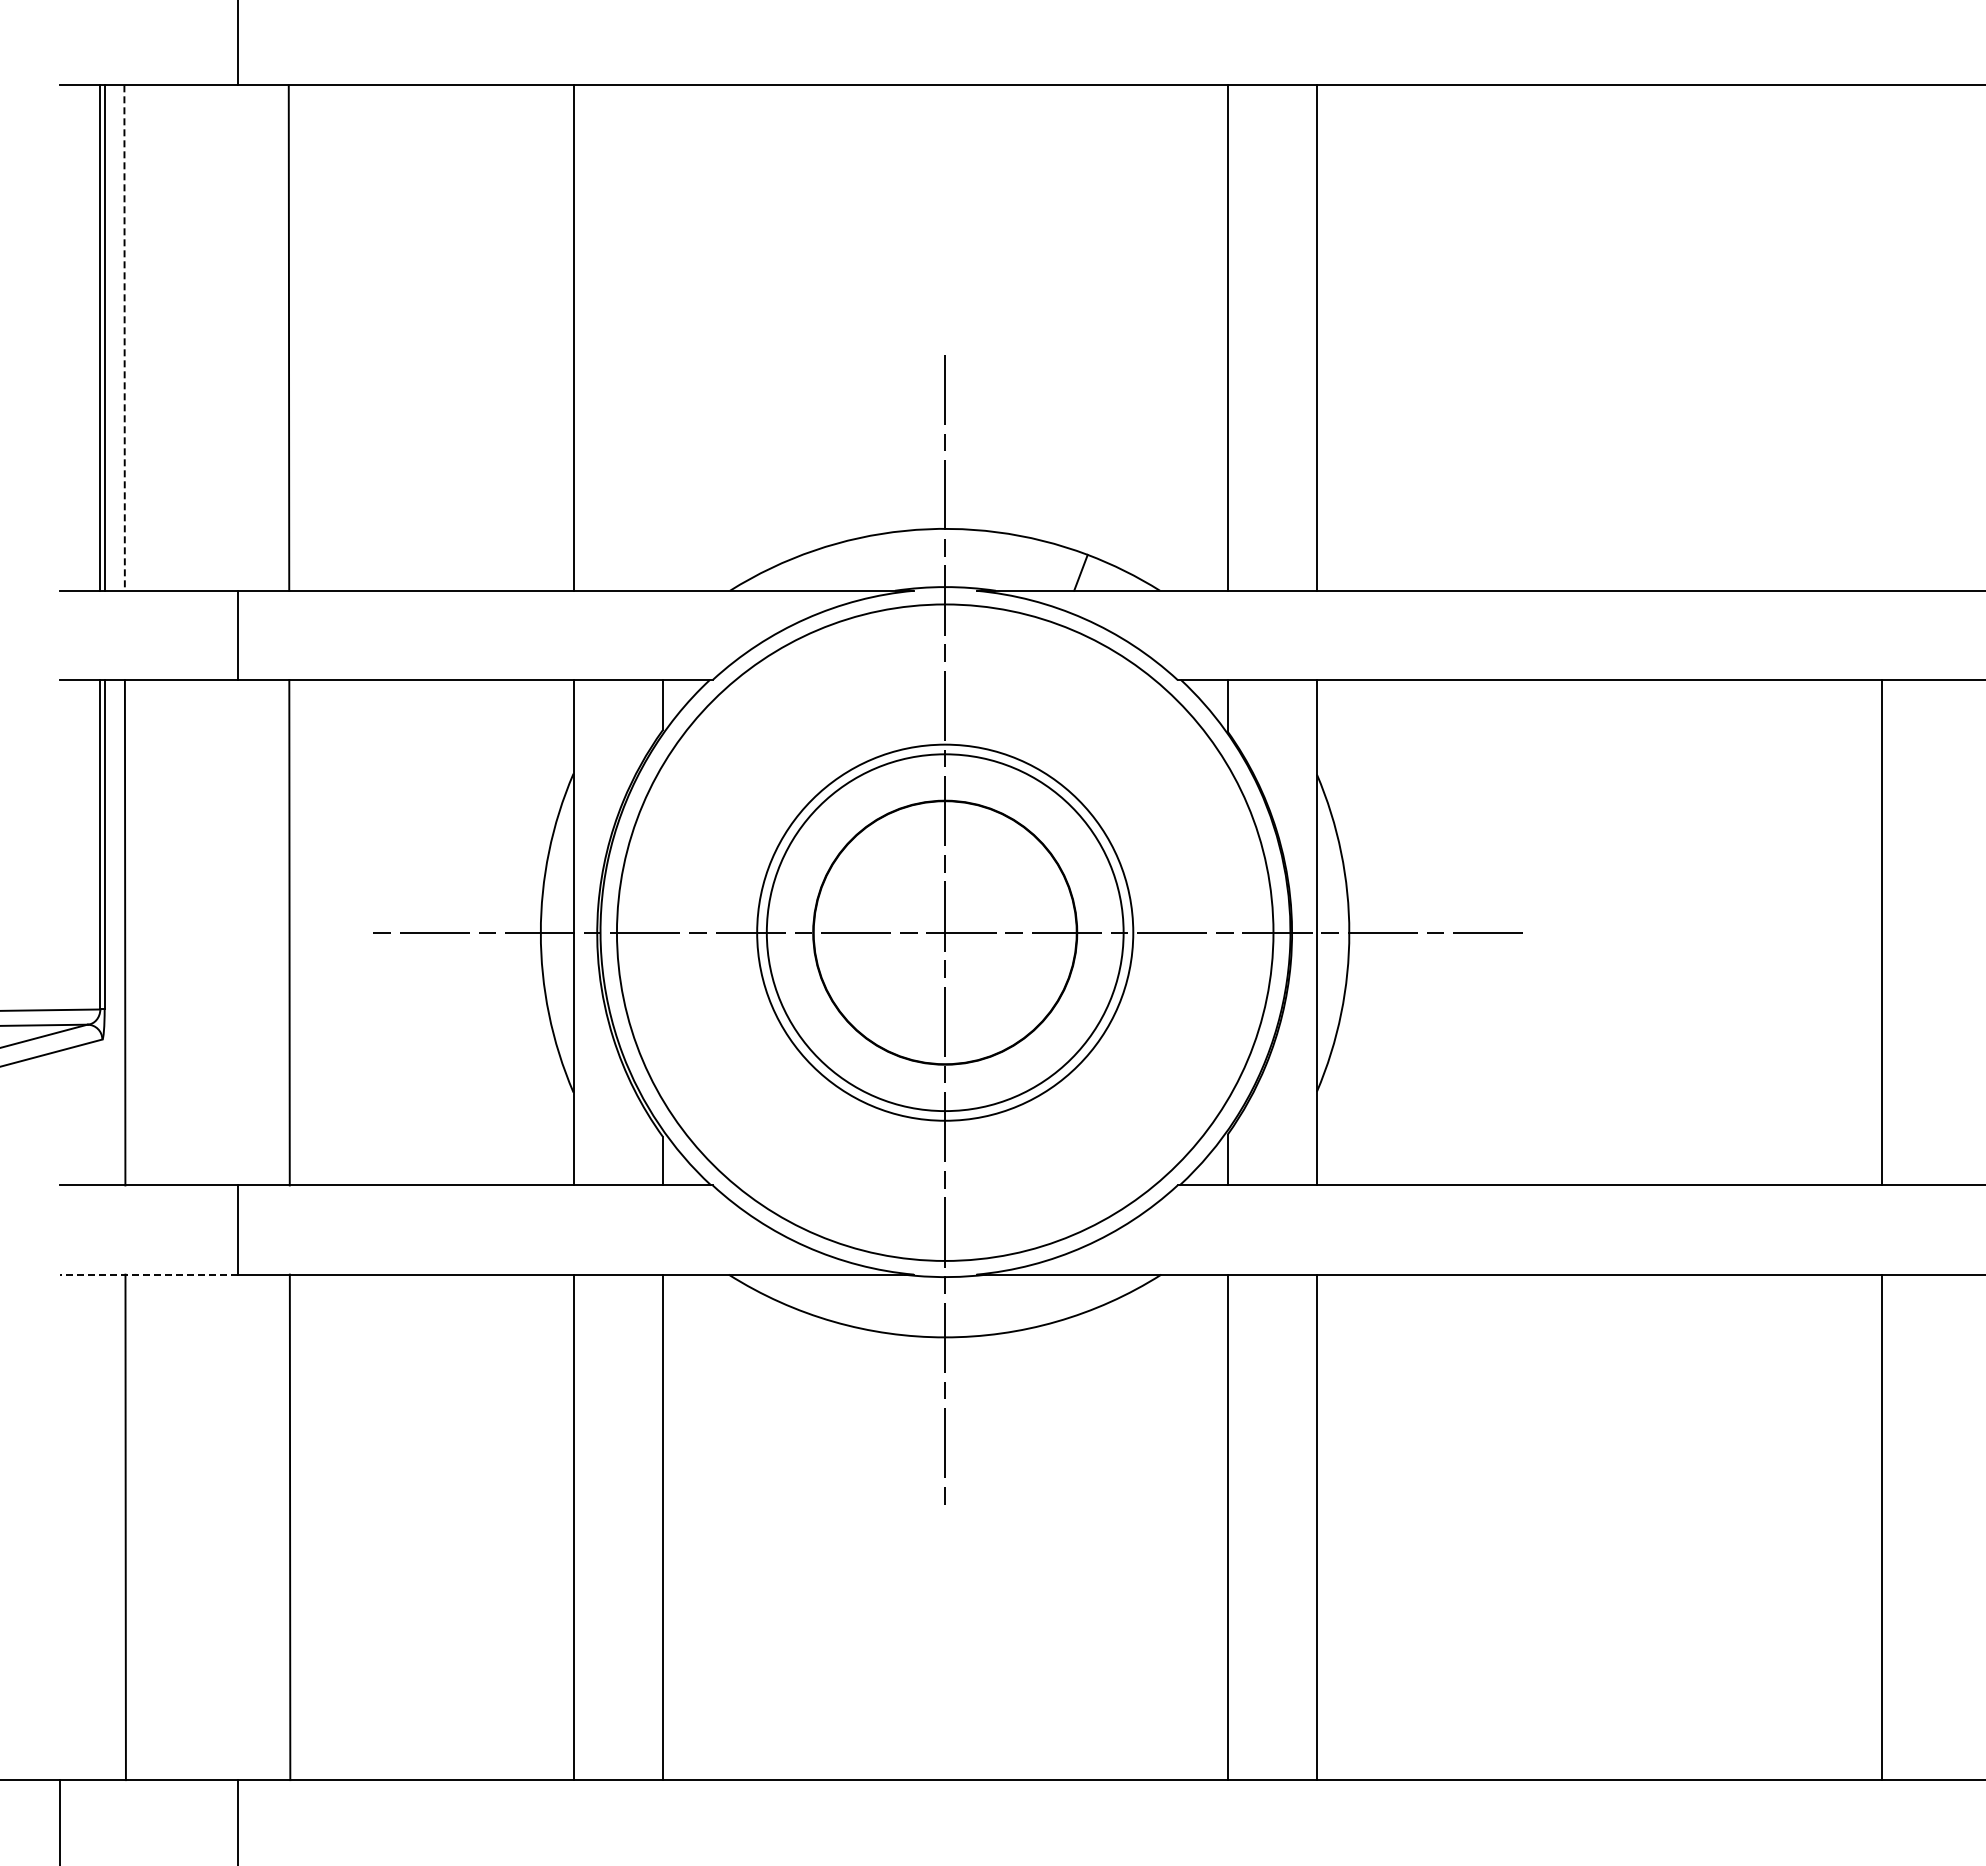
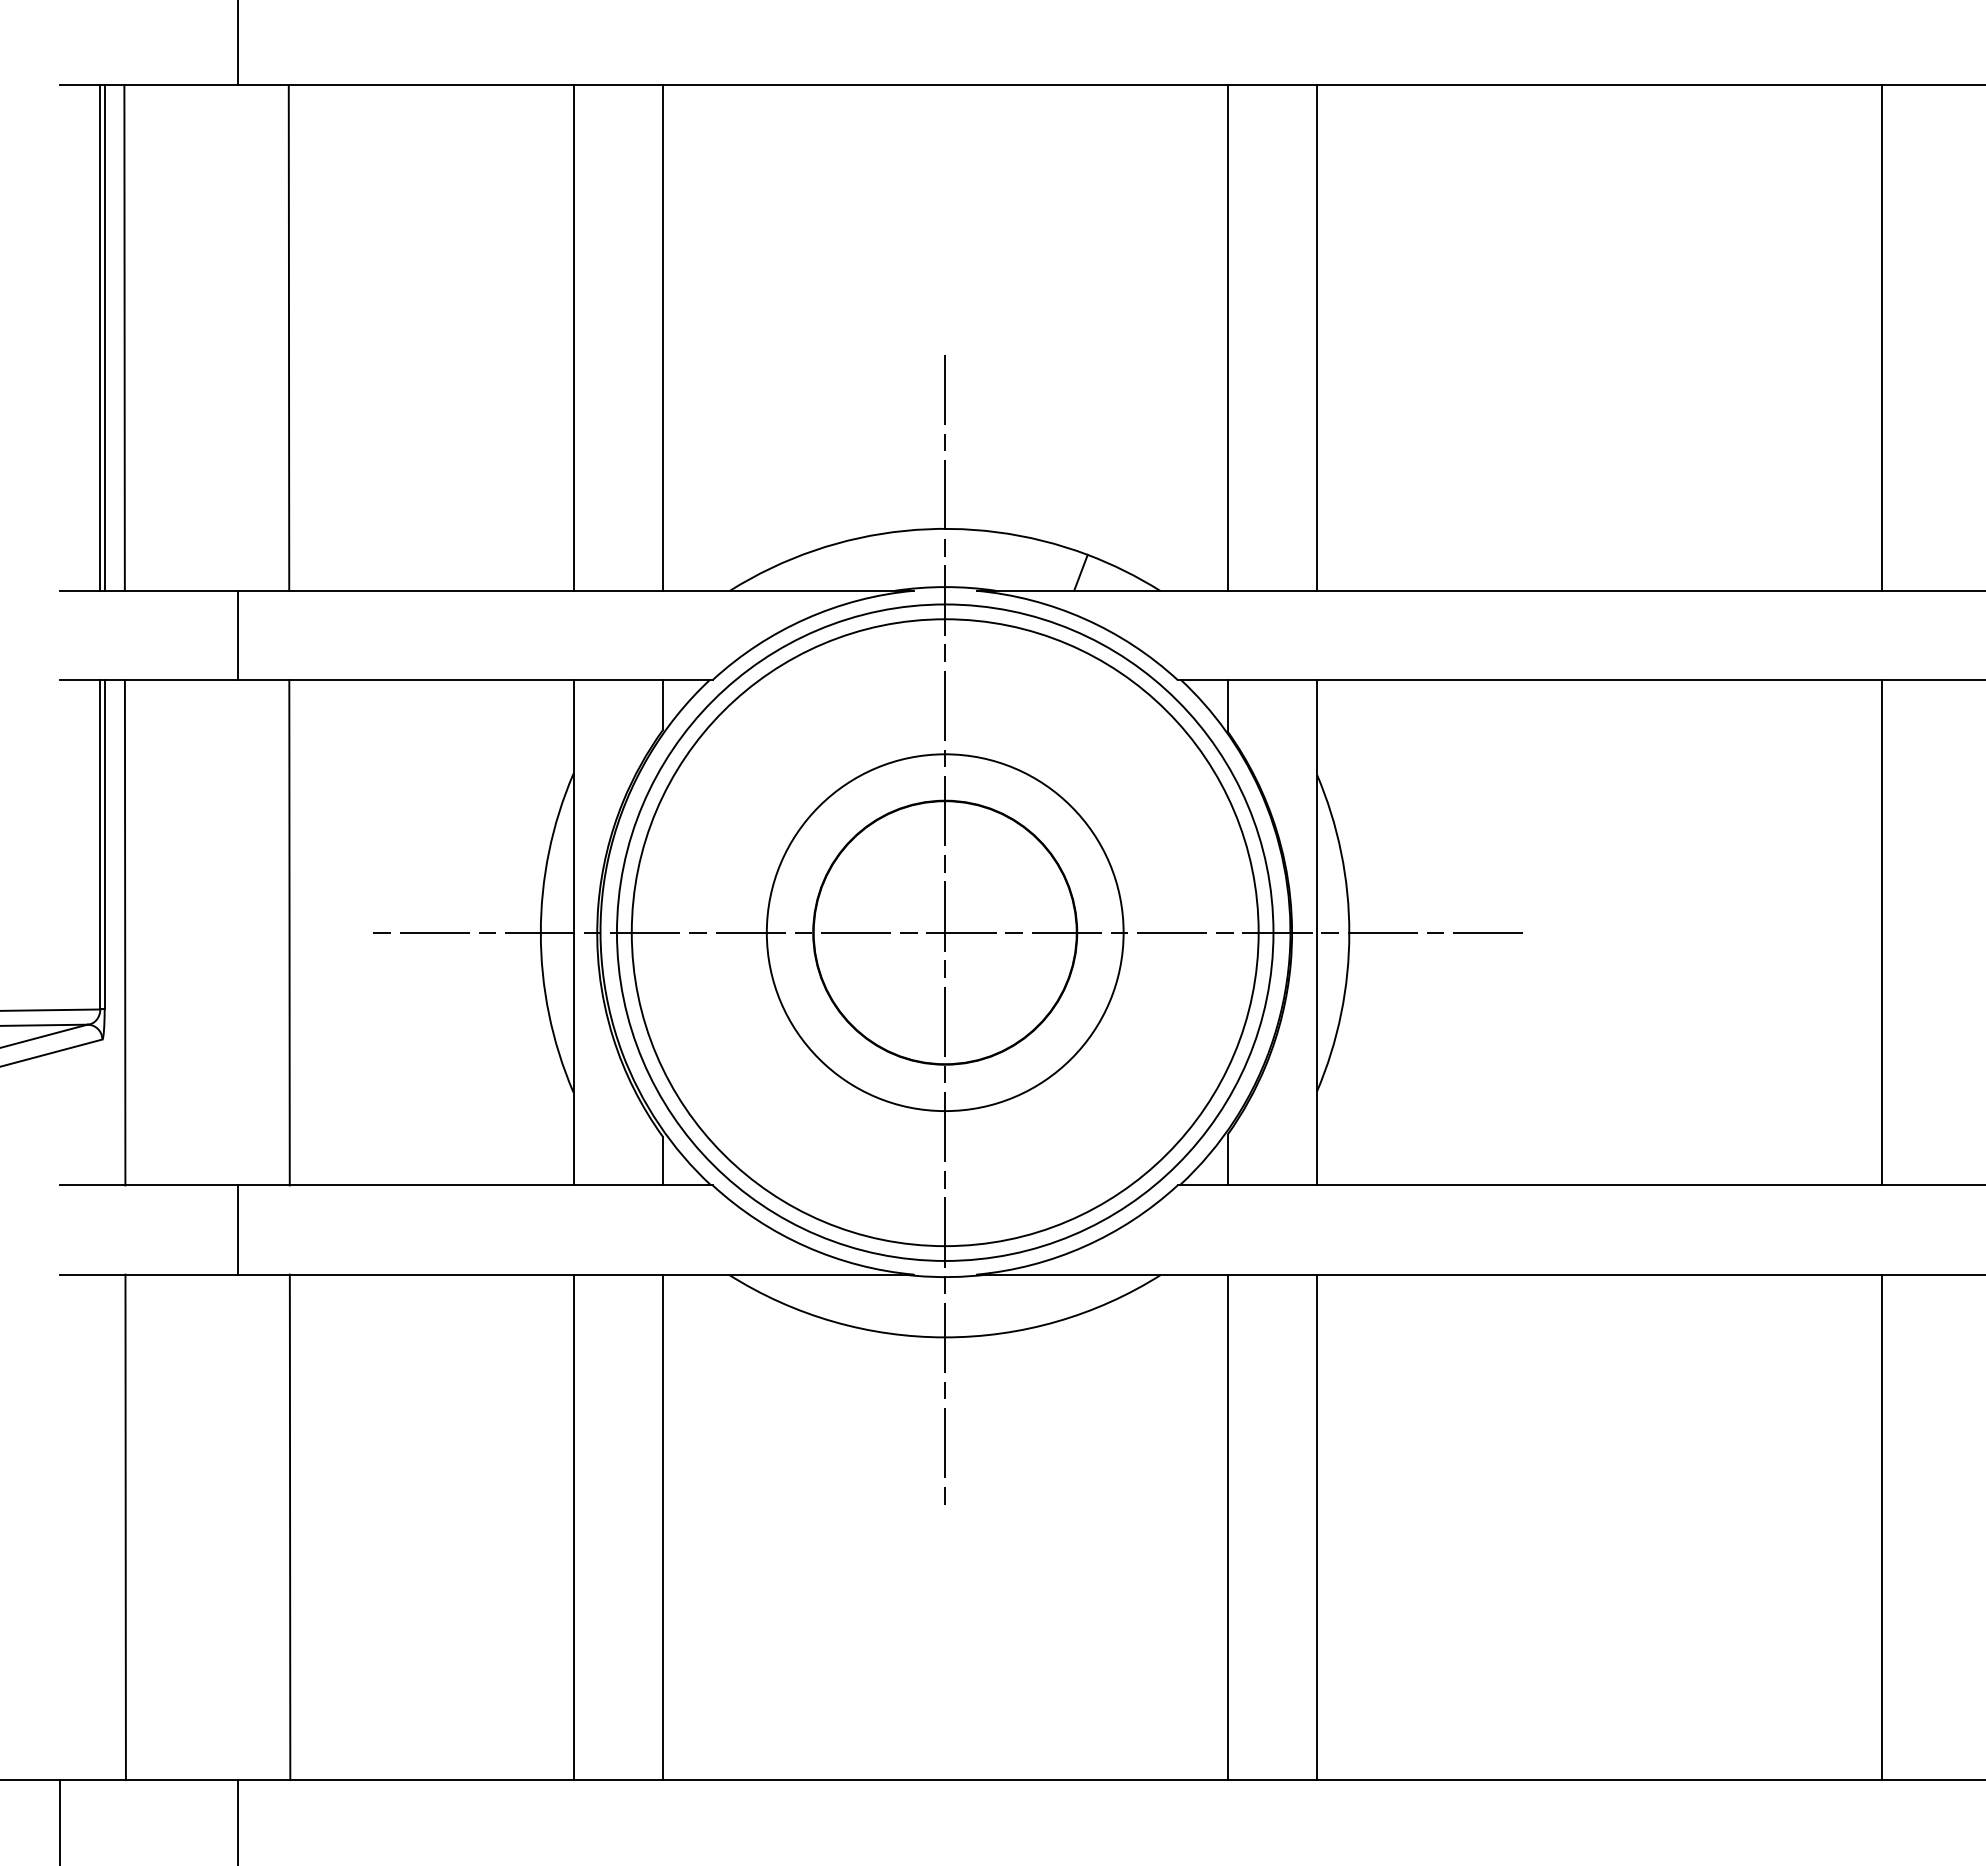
line at (662, 337): none -> present
line at (1881, 337): none -> present
line at (124, 338): dashed -> solid
circle at (945, 932) diameter: 376 px -> 627 px
line at (148, 1274): dashed -> solid
